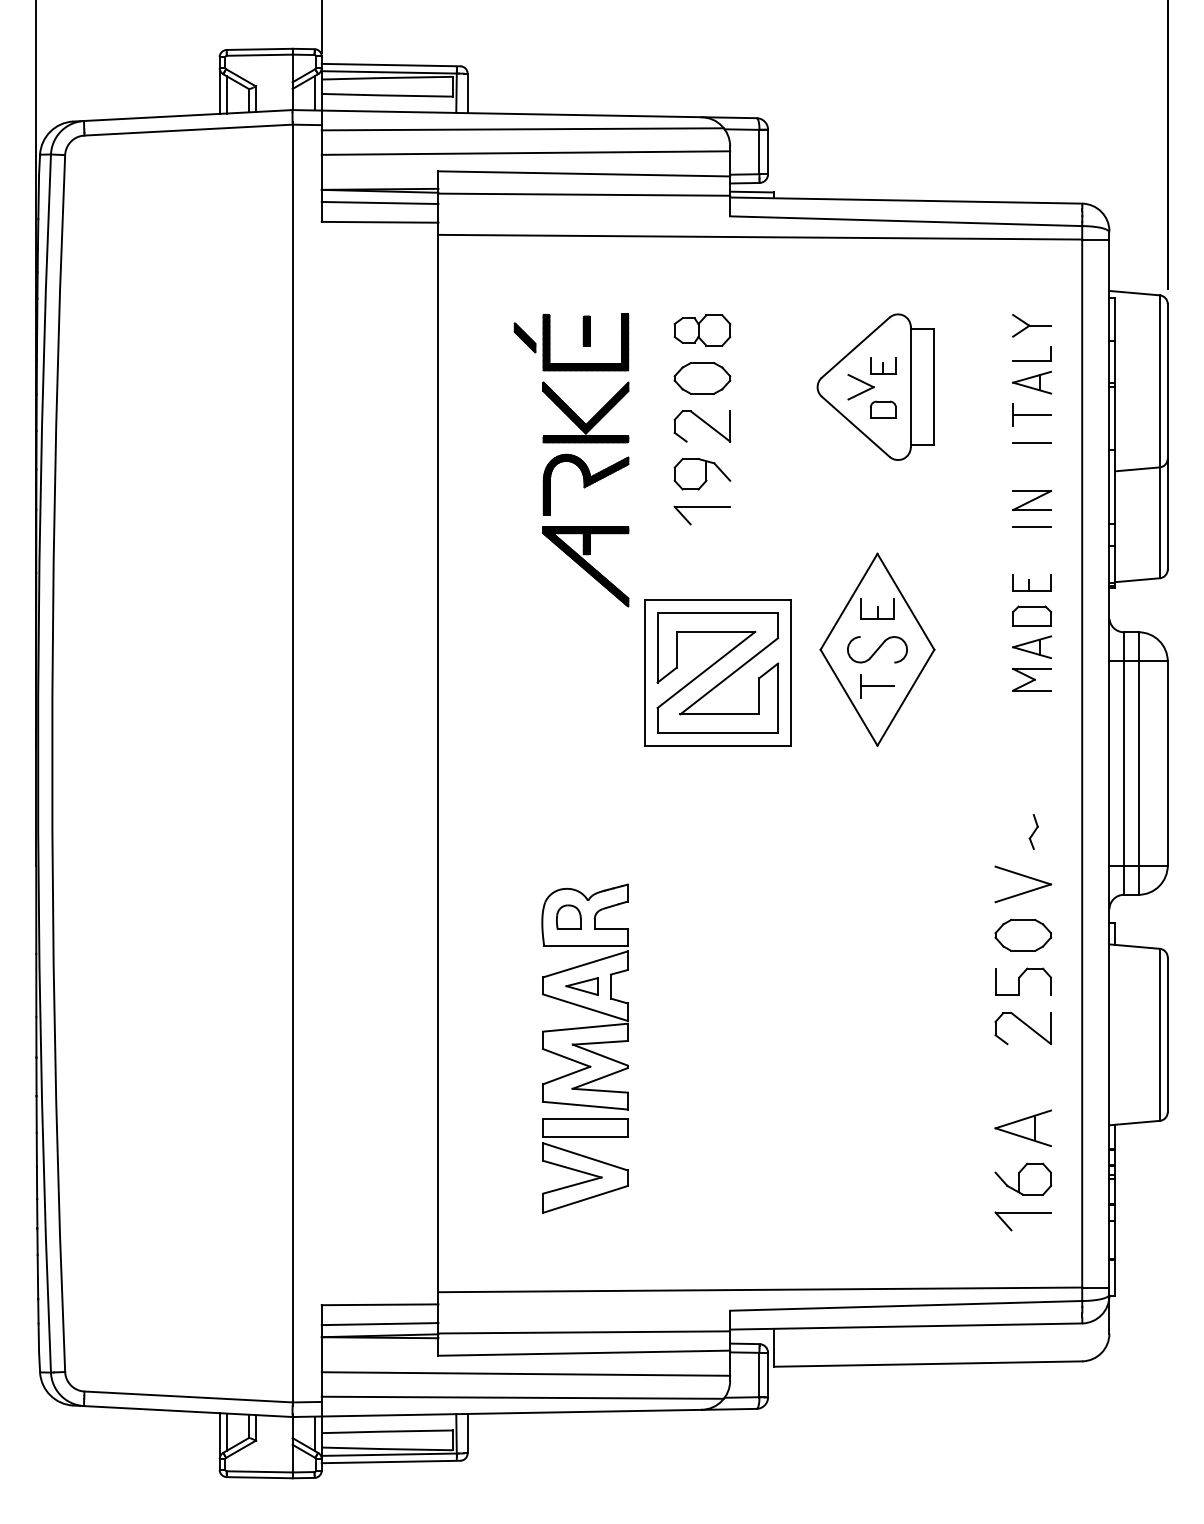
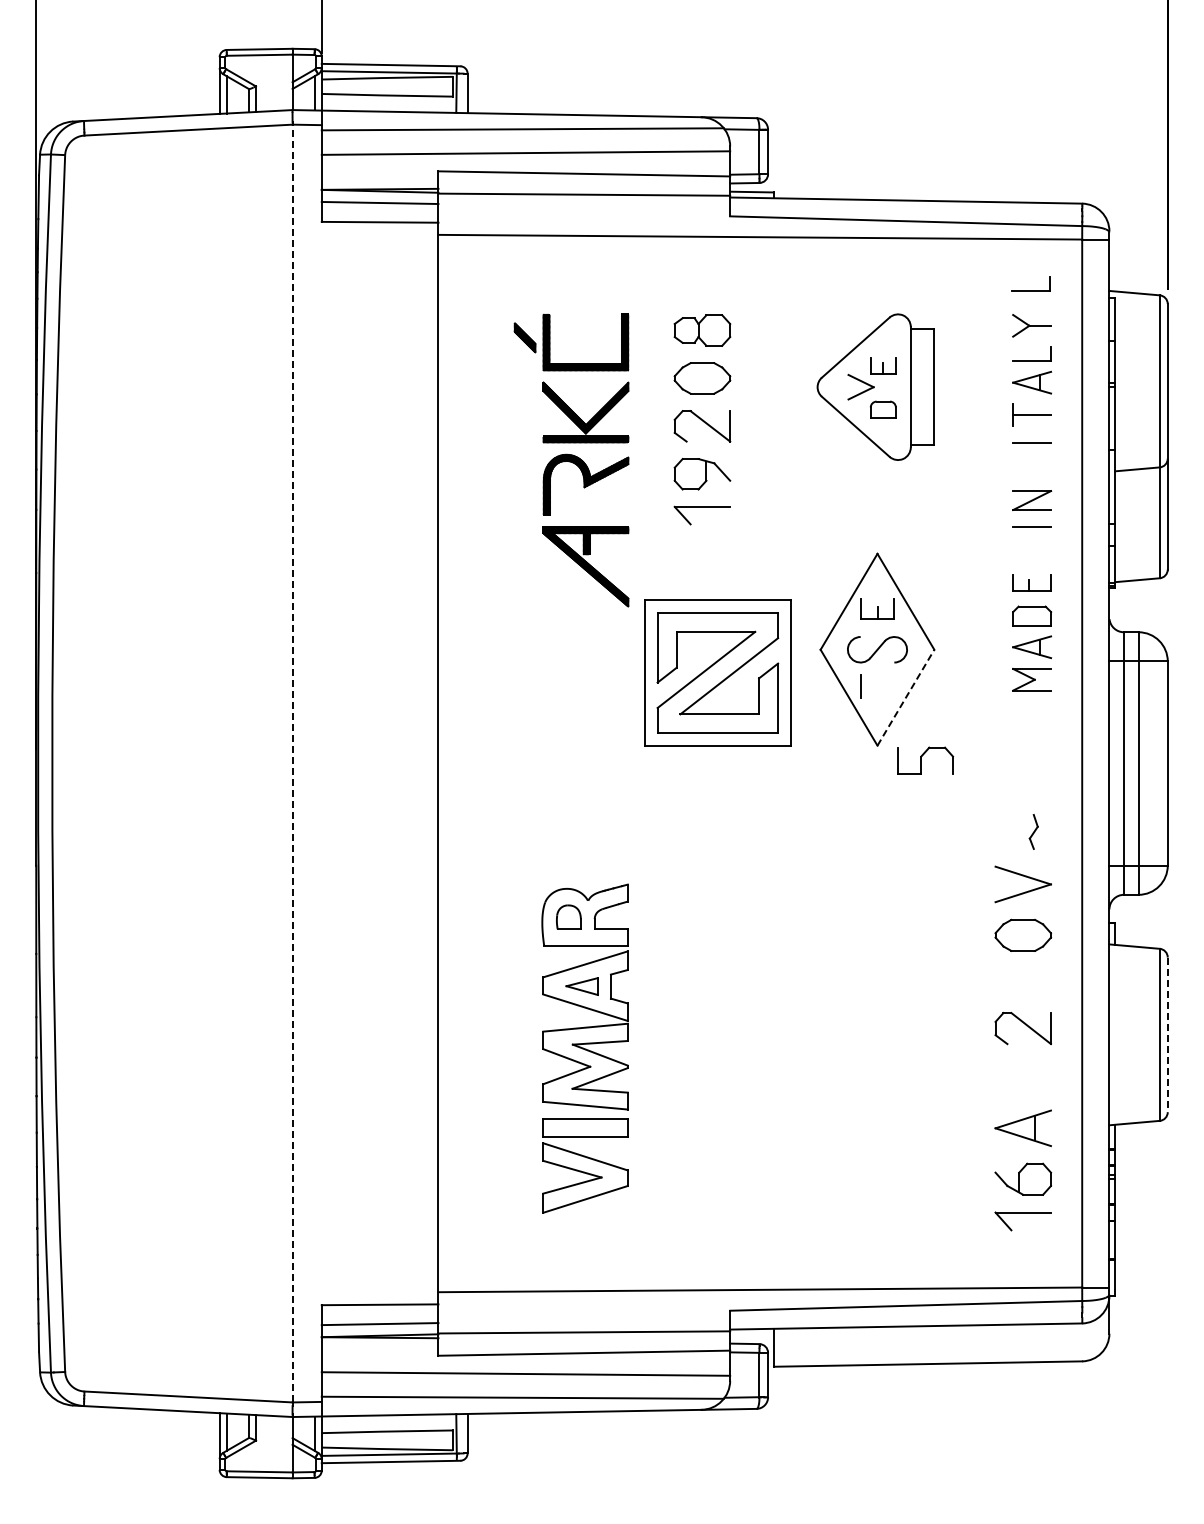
part at (1030, 290): none -> present
part at (586, 330): present -> none
line at (877, 686): present -> none
line at (905, 697): solid -> dashed
line at (292, 763): solid -> dashed
part at (1023, 981) position: (1023, 981) -> (925, 760)
line at (1167, 1035): solid -> dashed
